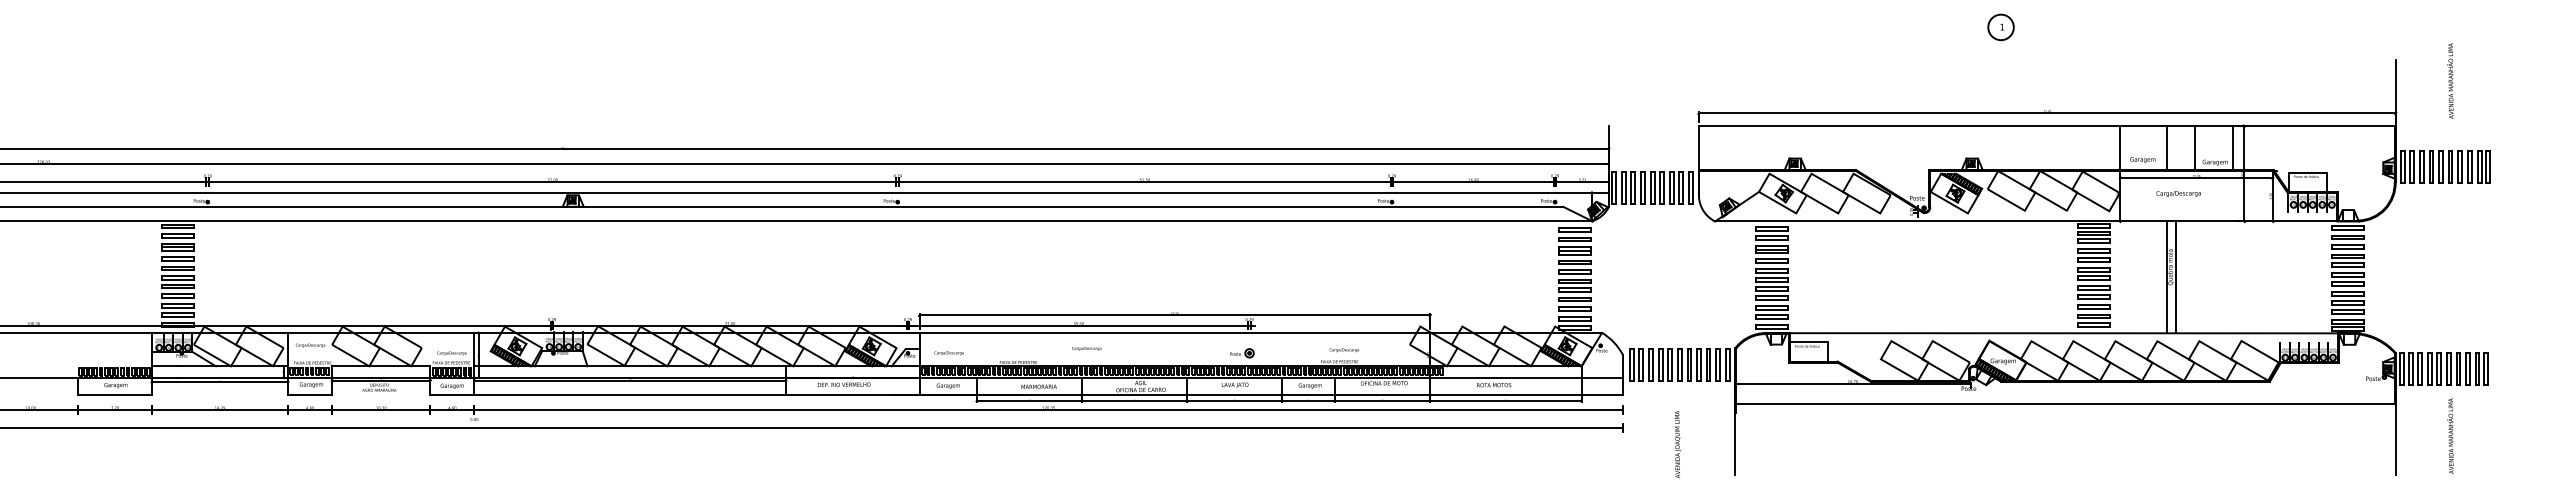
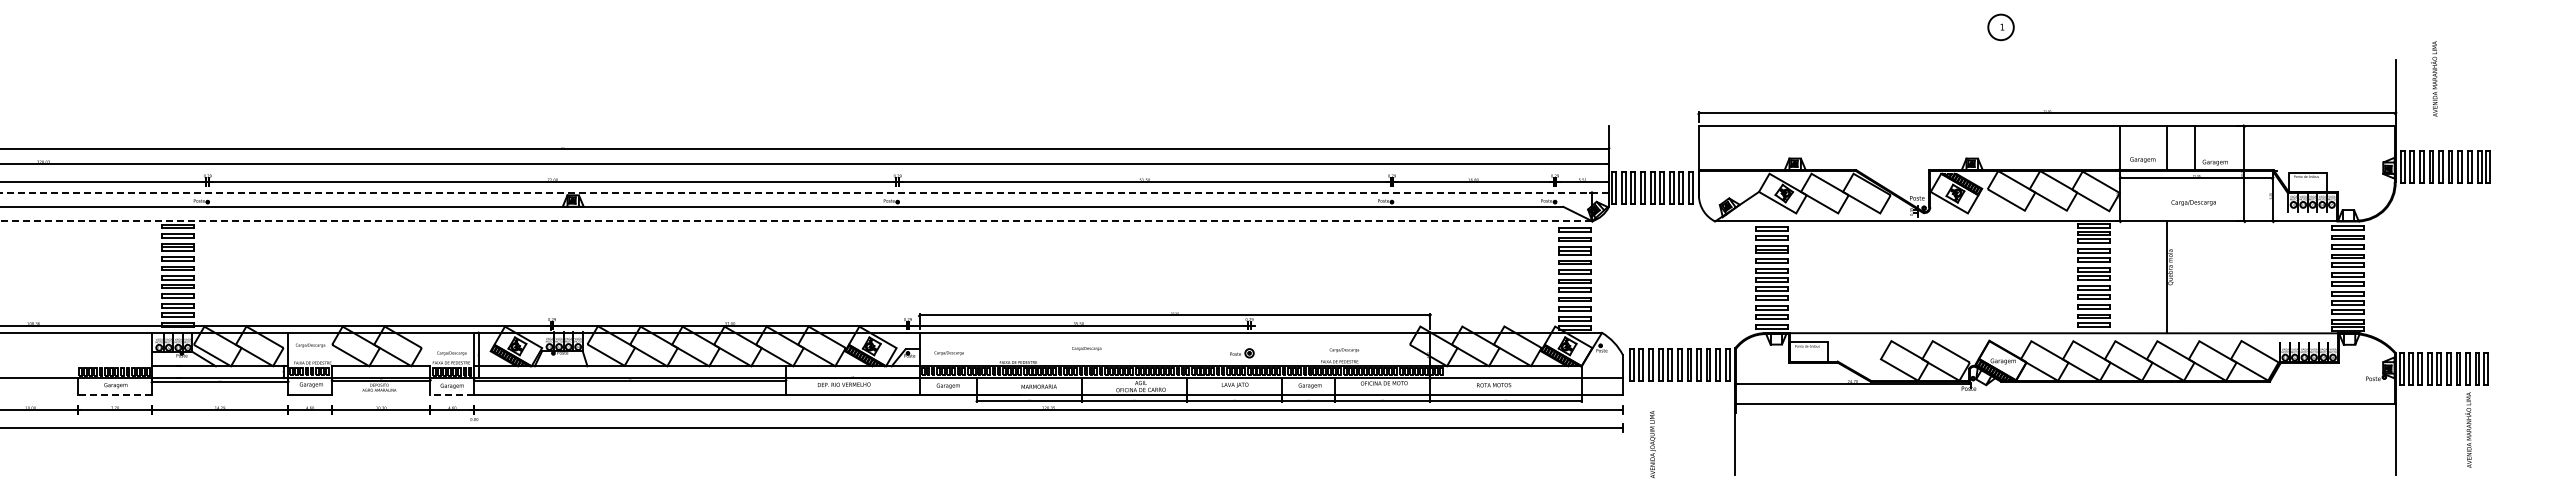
text at (2450, 80) position: (2450, 80) -> (2434, 78)
line at (2233, 148): present -> none
line at (804, 192): solid -> dashed
text at (2178, 193) position: (2178, 193) -> (2193, 202)
line at (796, 221): solid -> dashed
line at (2176, 277): present -> none
line at (115, 394): solid -> dashed
line at (452, 394): solid -> dashed
text at (2450, 435) position: (2450, 435) -> (2468, 429)
text at (1677, 444) position: (1677, 444) -> (1652, 444)
